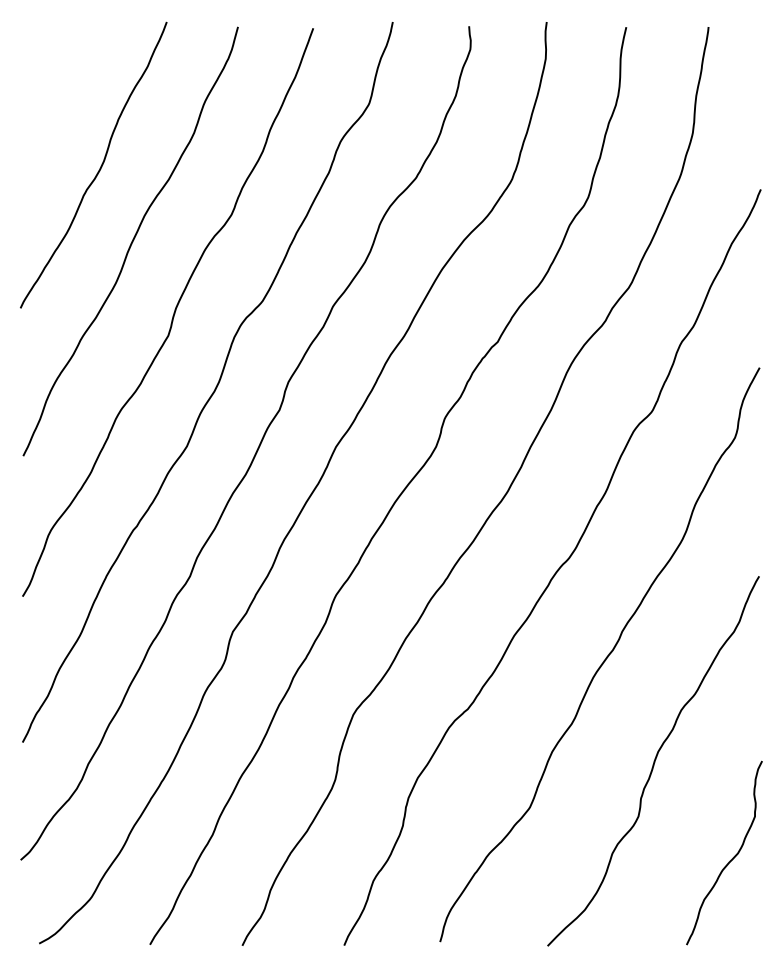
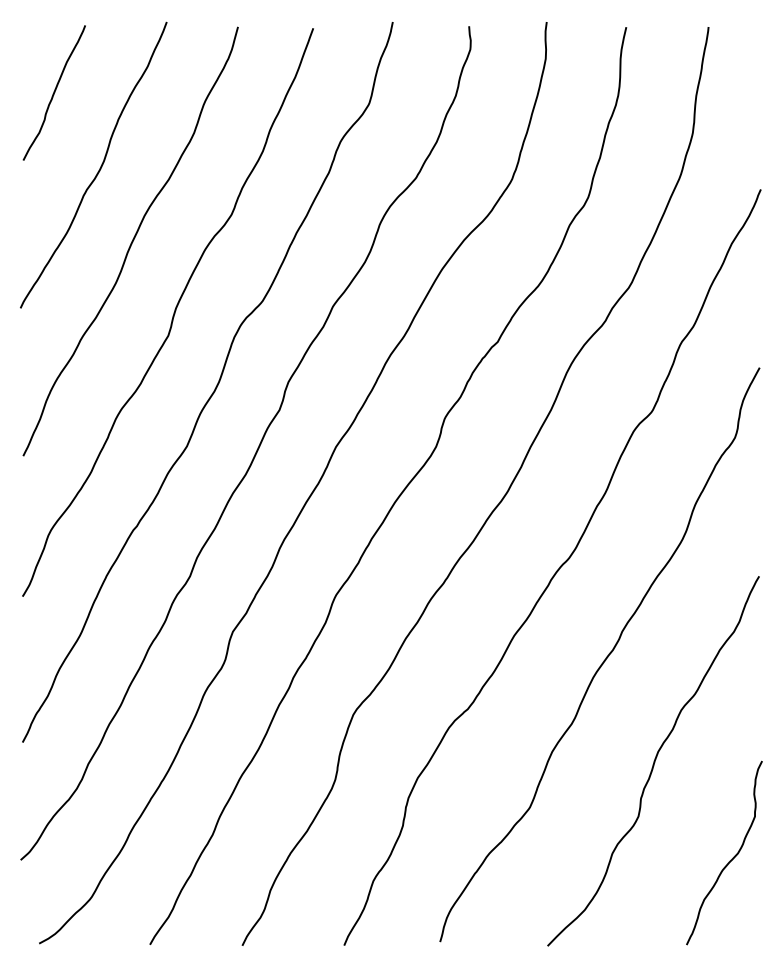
curve at (53, 92): none -> present
